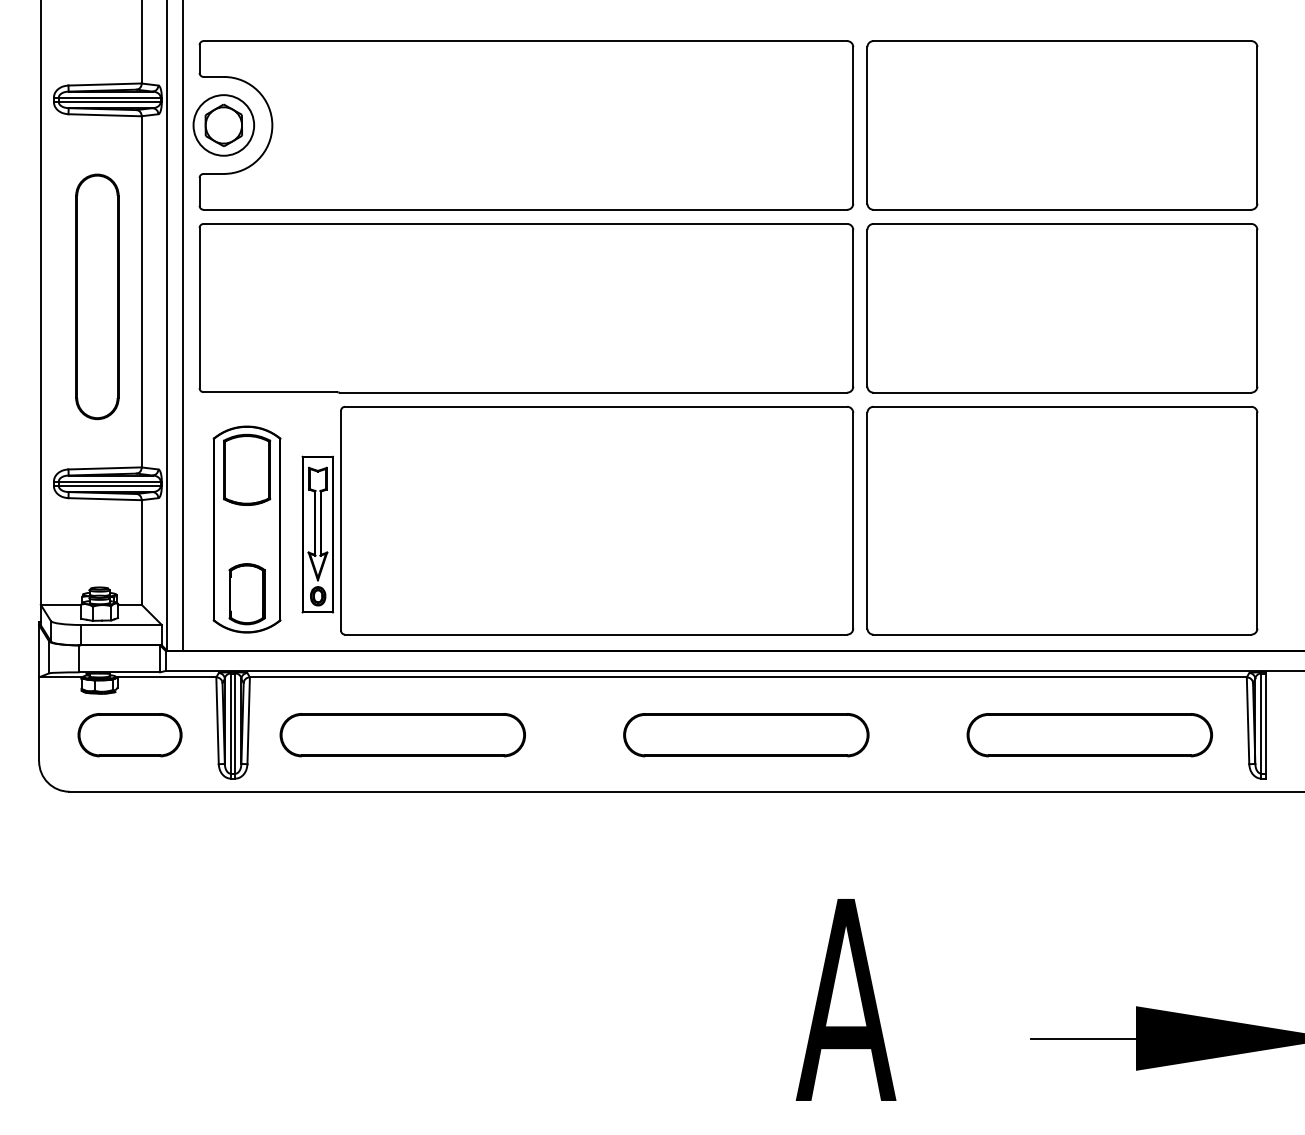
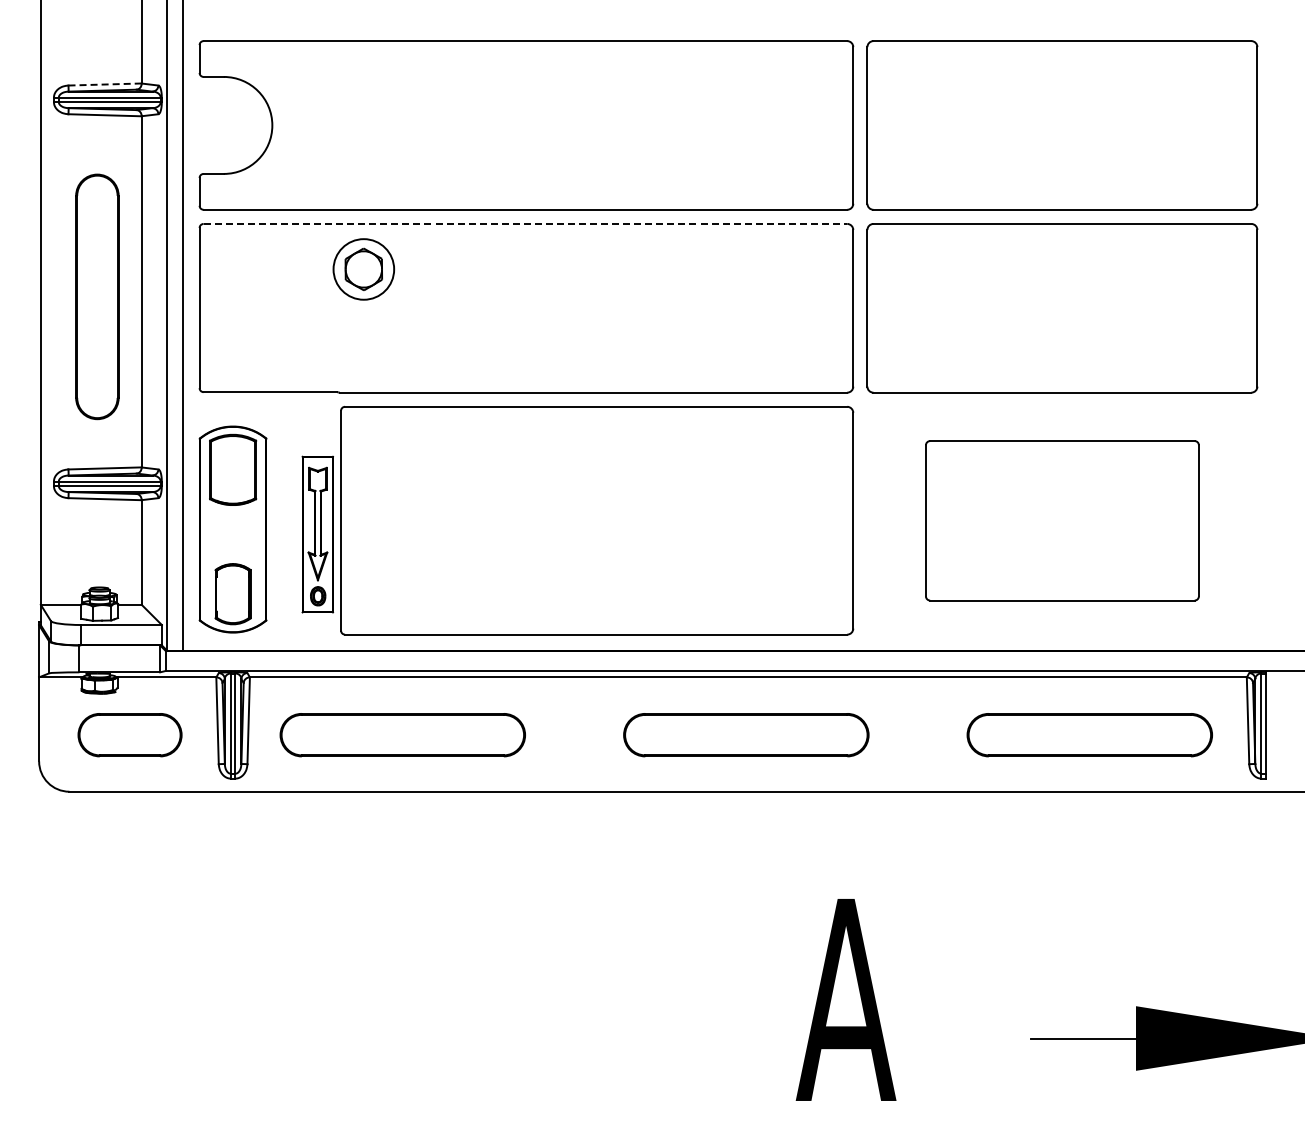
line at (105, 84): solid -> dashed
part at (223, 125) position: (223, 125) -> (363, 269)
line at (525, 223): solid -> dashed
part at (1062, 520) size: 393x230 px -> 275x162 px
part at (246, 529) position: (246, 529) -> (232, 529)
